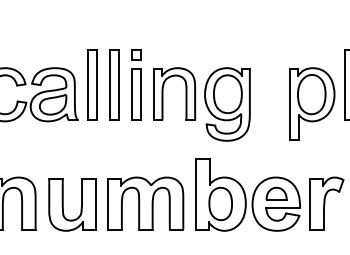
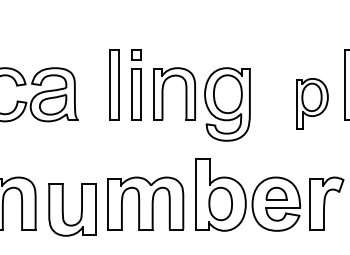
part at (92, 84): present -> none
part at (312, 103) size: 47x74 px -> 33x52 px
part at (80, 208) position: (80, 208) -> (80, 213)
